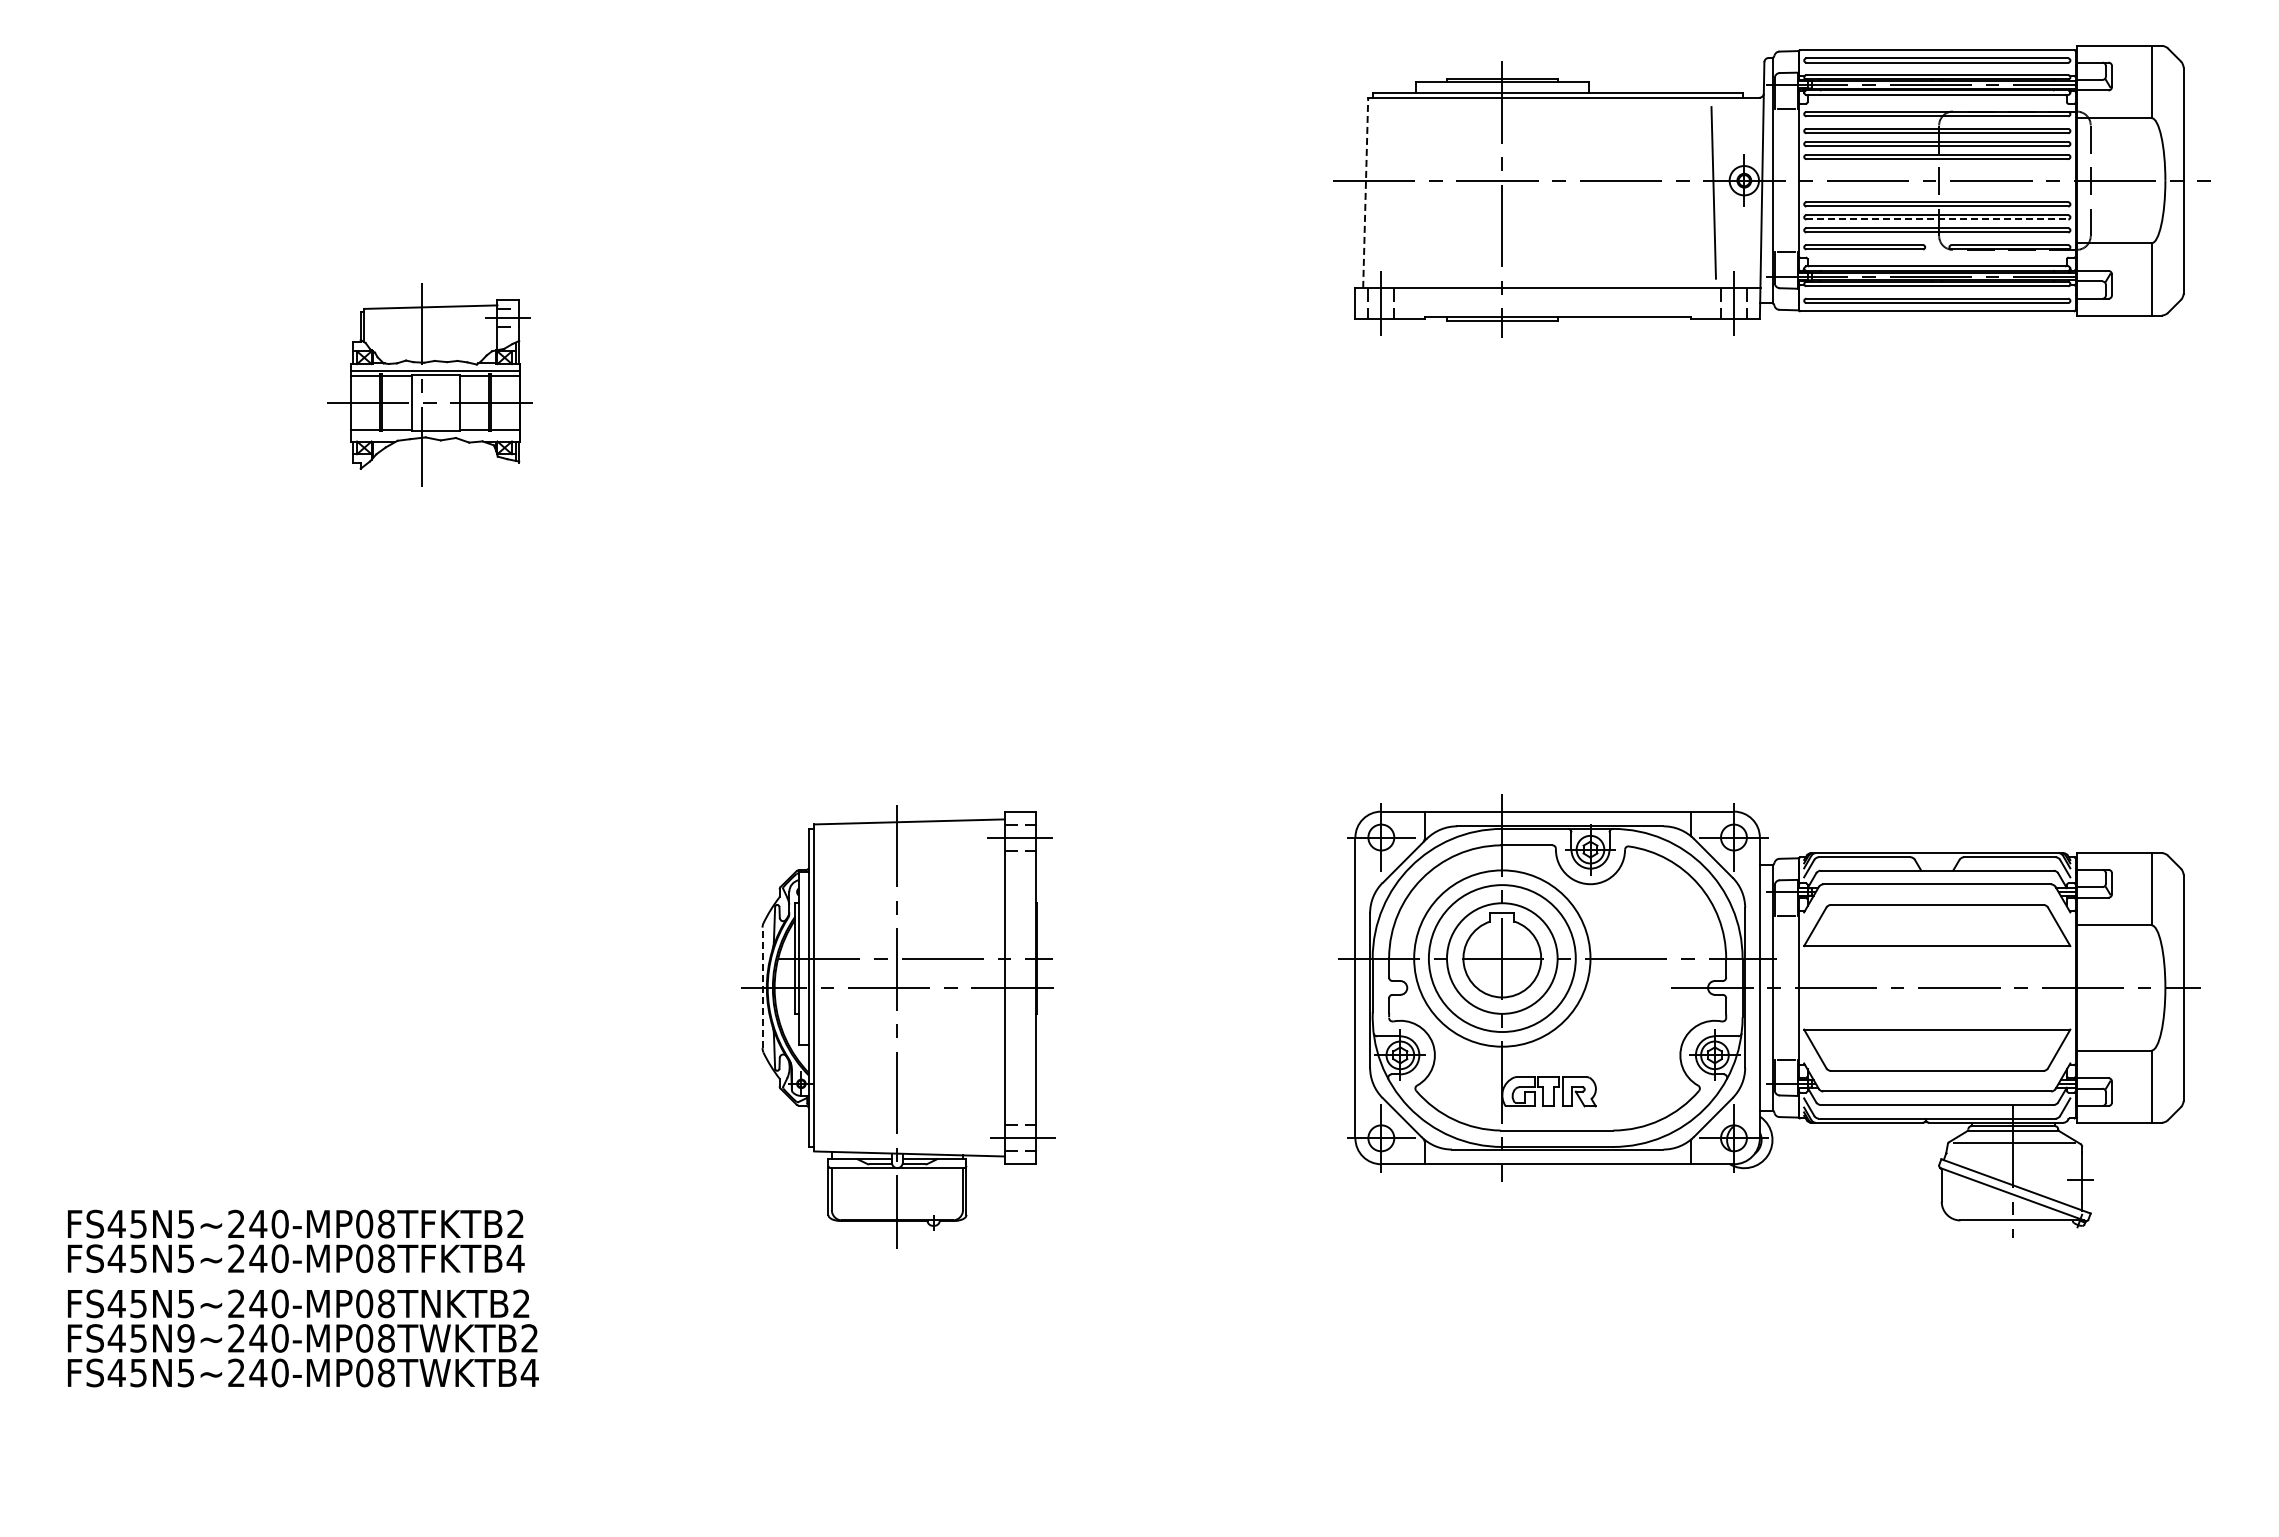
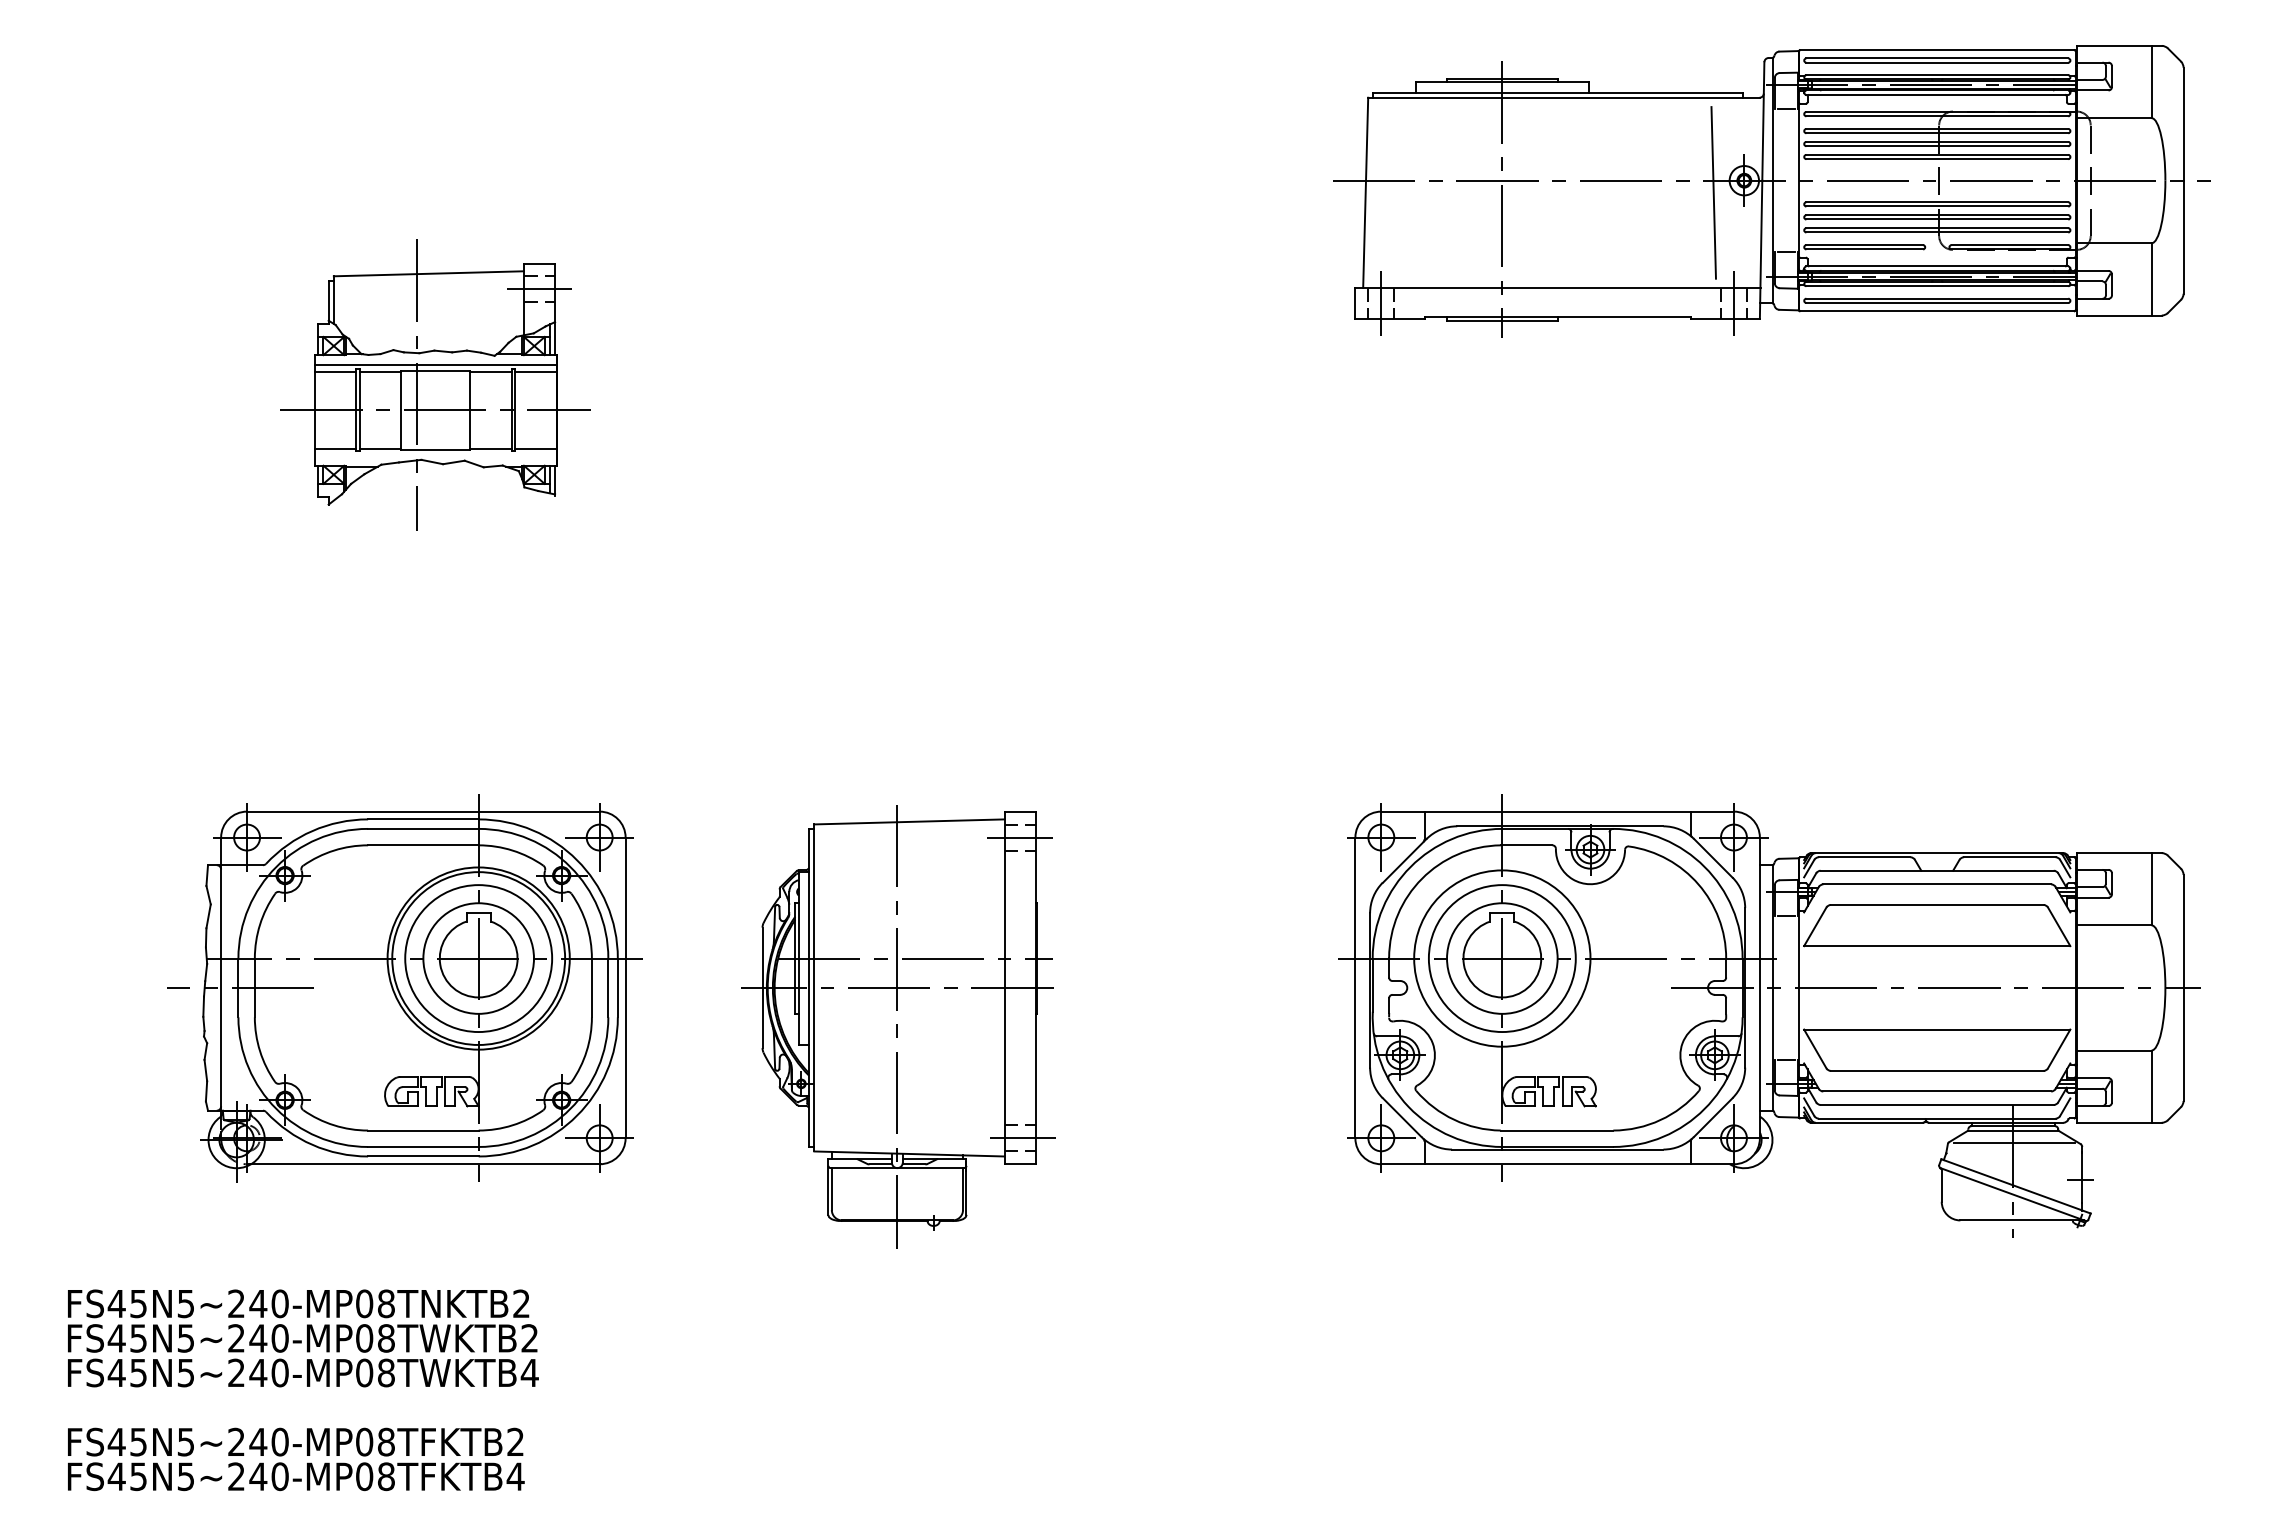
line at (1365, 192): dashed -> solid
line at (1937, 219): dashed -> solid
part at (429, 384) size: 206x204 px -> 311x292 px
line at (762, 987): dashed -> solid
part at (404, 988): none -> present
text at (296, 1241) position: (296, 1241) -> (296, 1459)
text at (185, 1338): FS45N9~240-MP08TWKTB2 -> FS45N5~240-MP08TWKTB2
